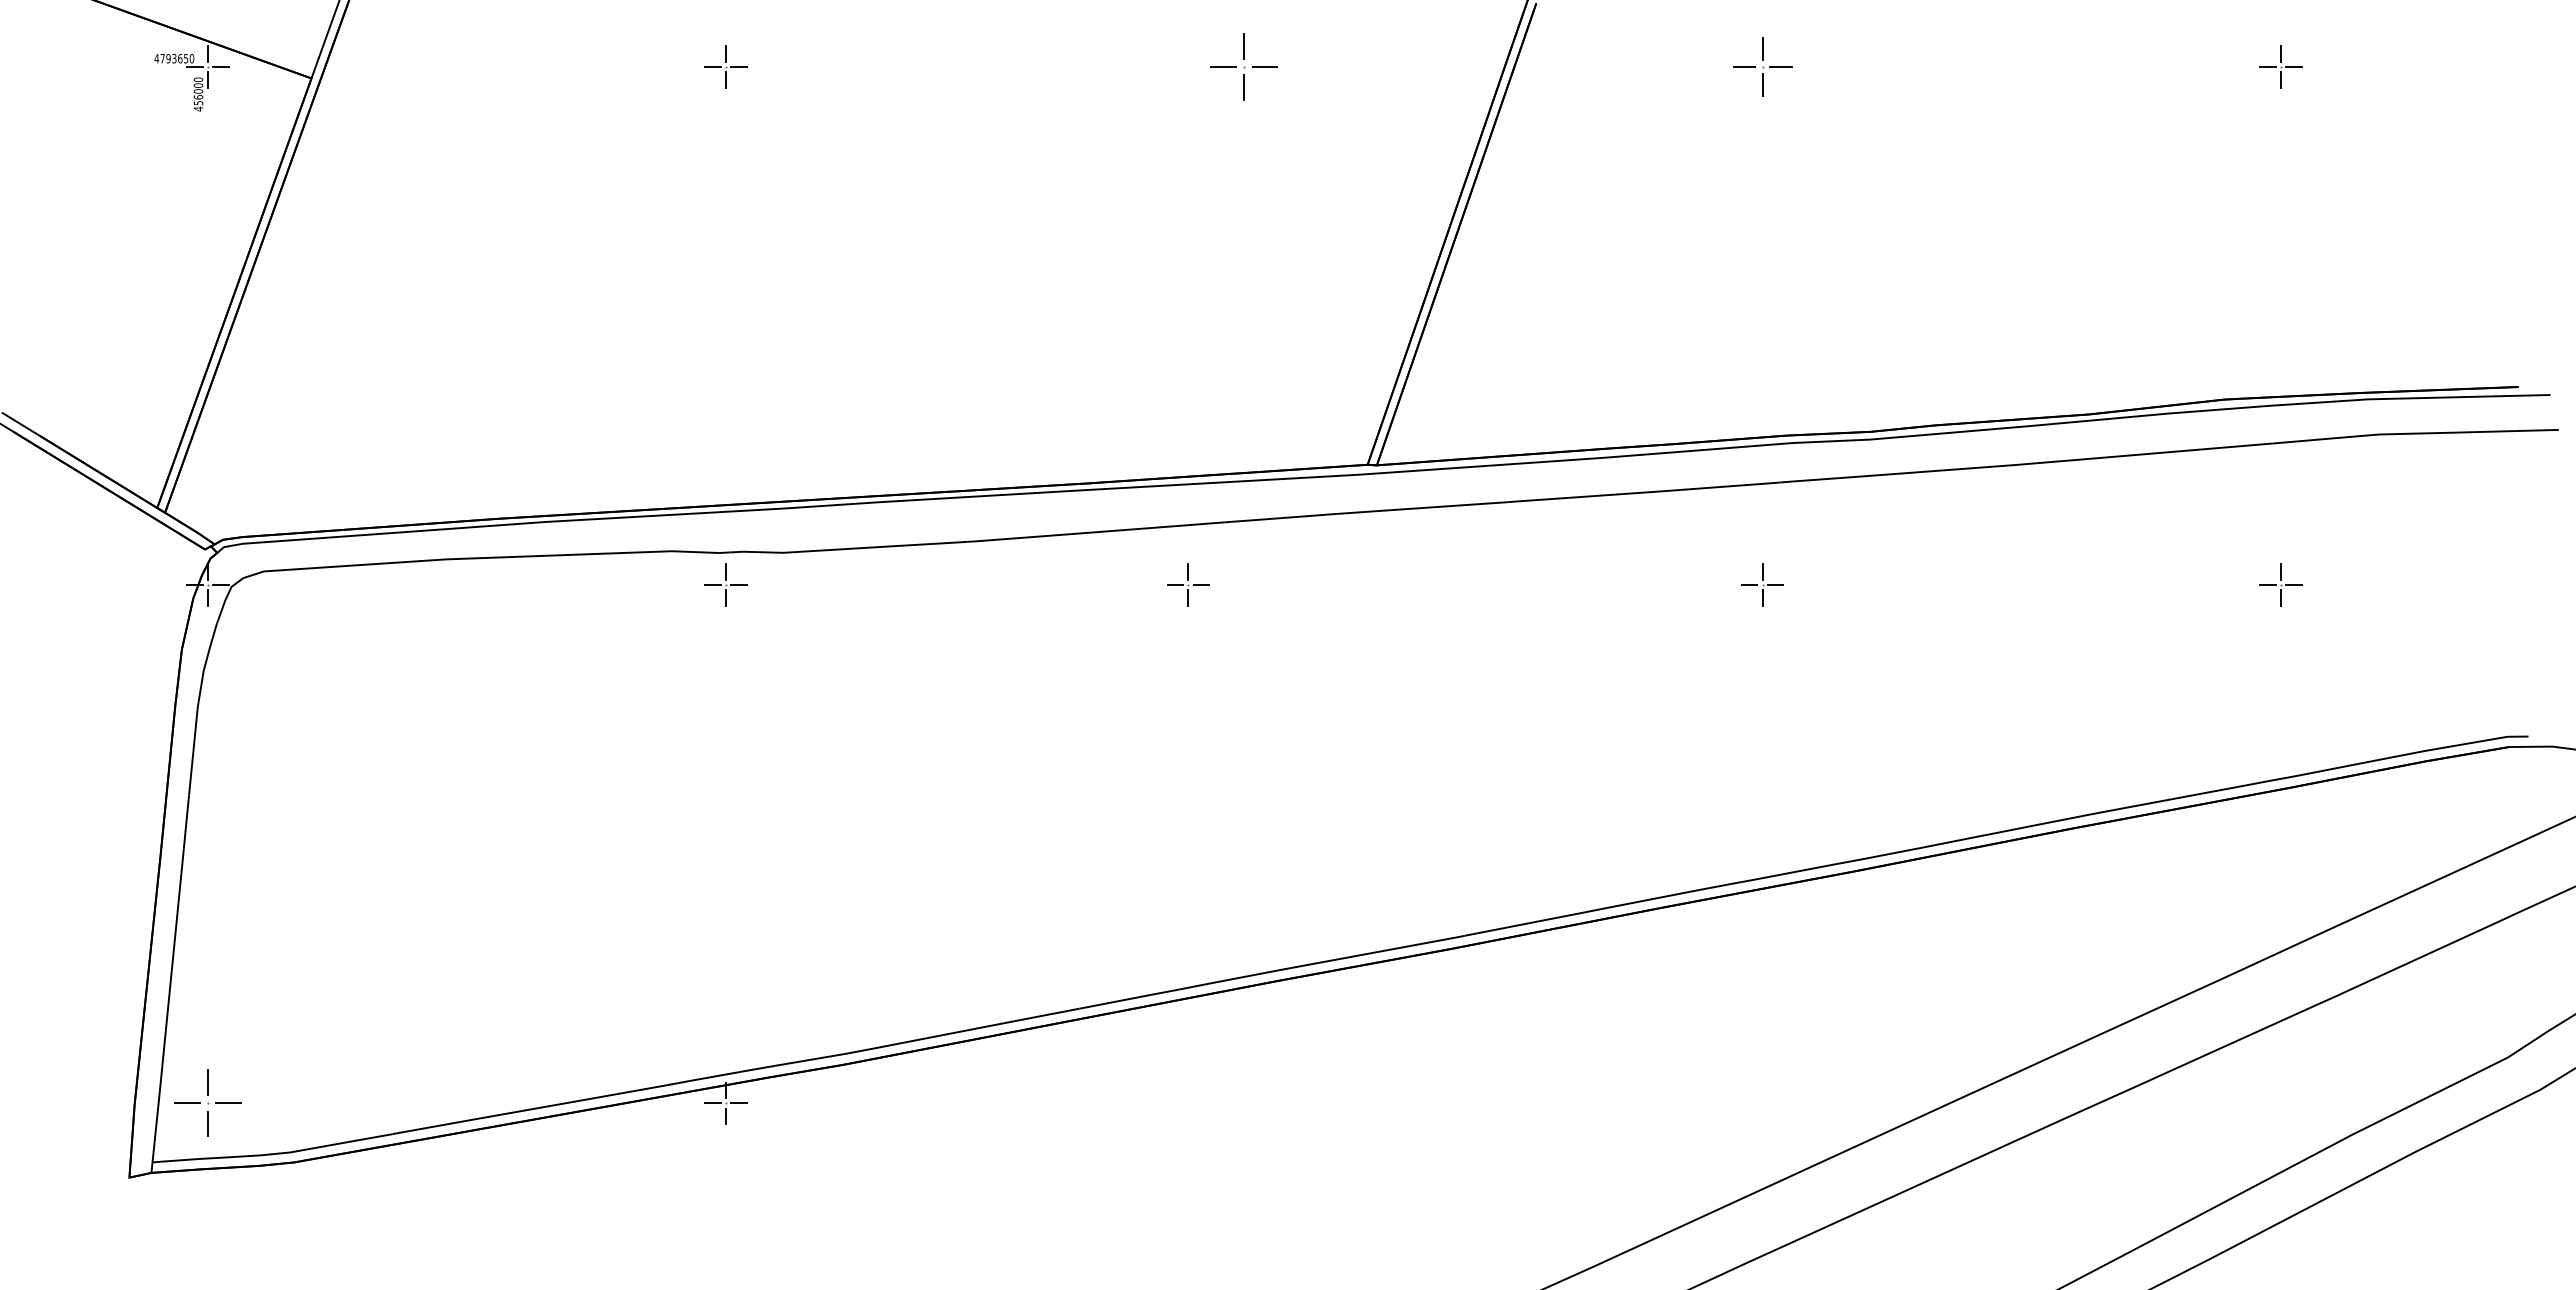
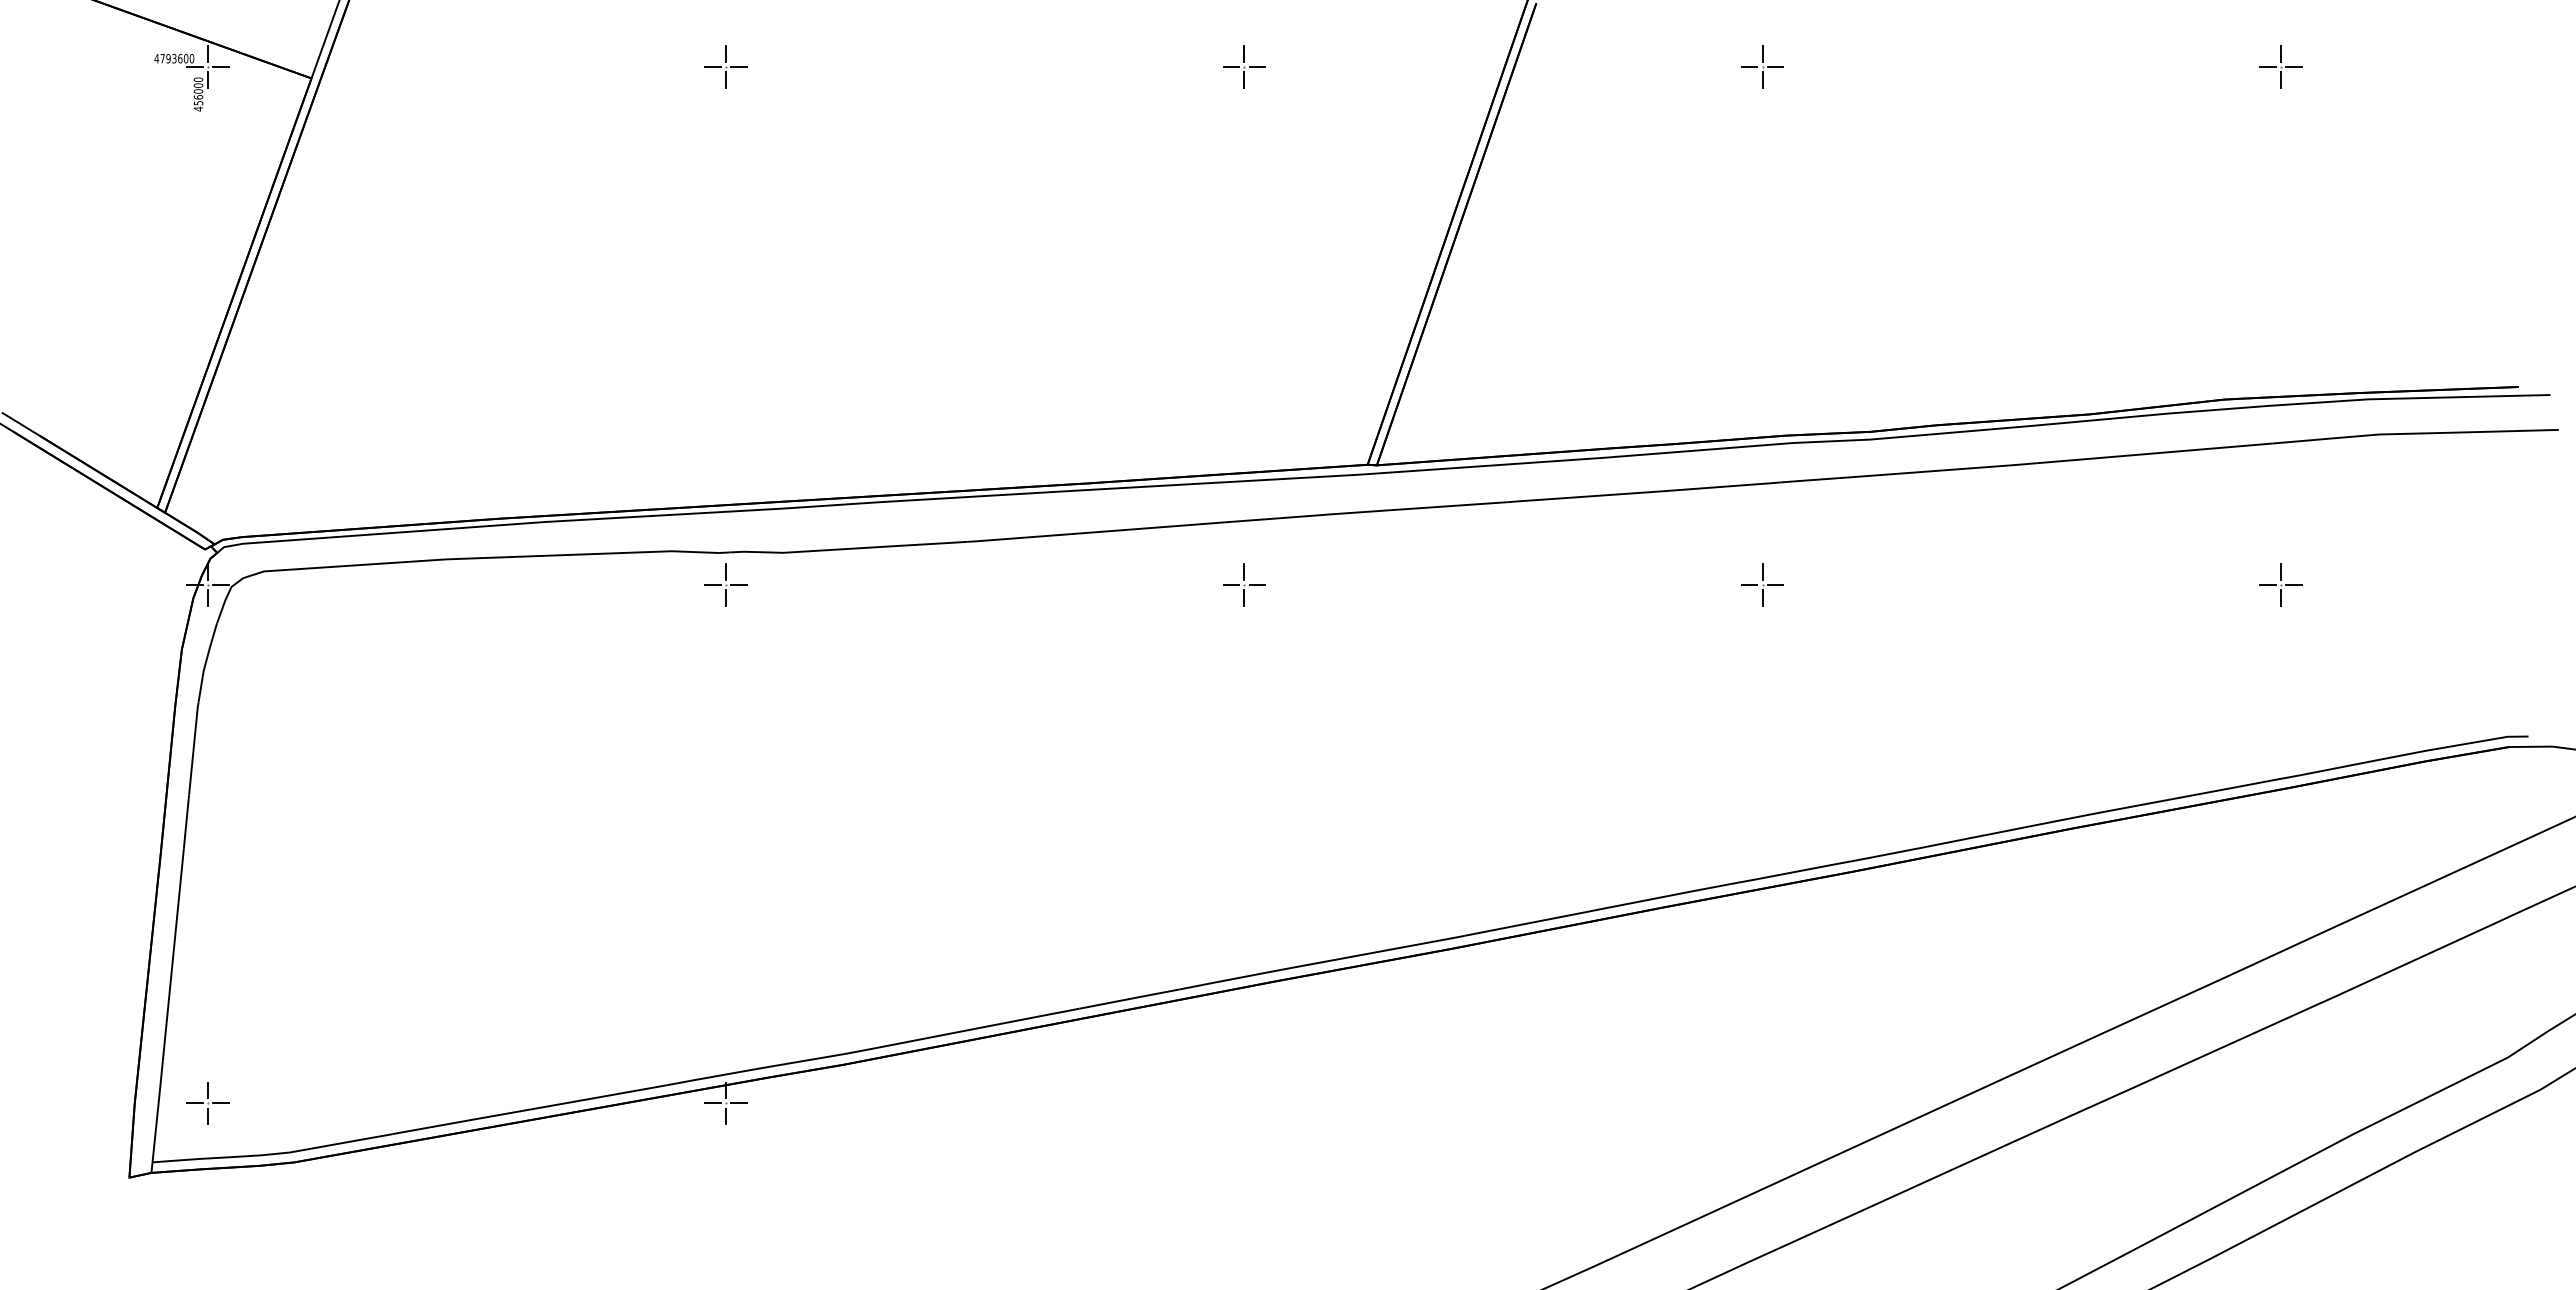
text at (185, 58): 4793650 -> 4793600
part at (1243, 66) size: 68x68 px -> 43x44 px
part at (1762, 66) size: 60x60 px -> 43x44 px
part at (1188, 584) position: (1188, 584) -> (1244, 584)
part at (207, 1102) size: 68x68 px -> 44x43 px
